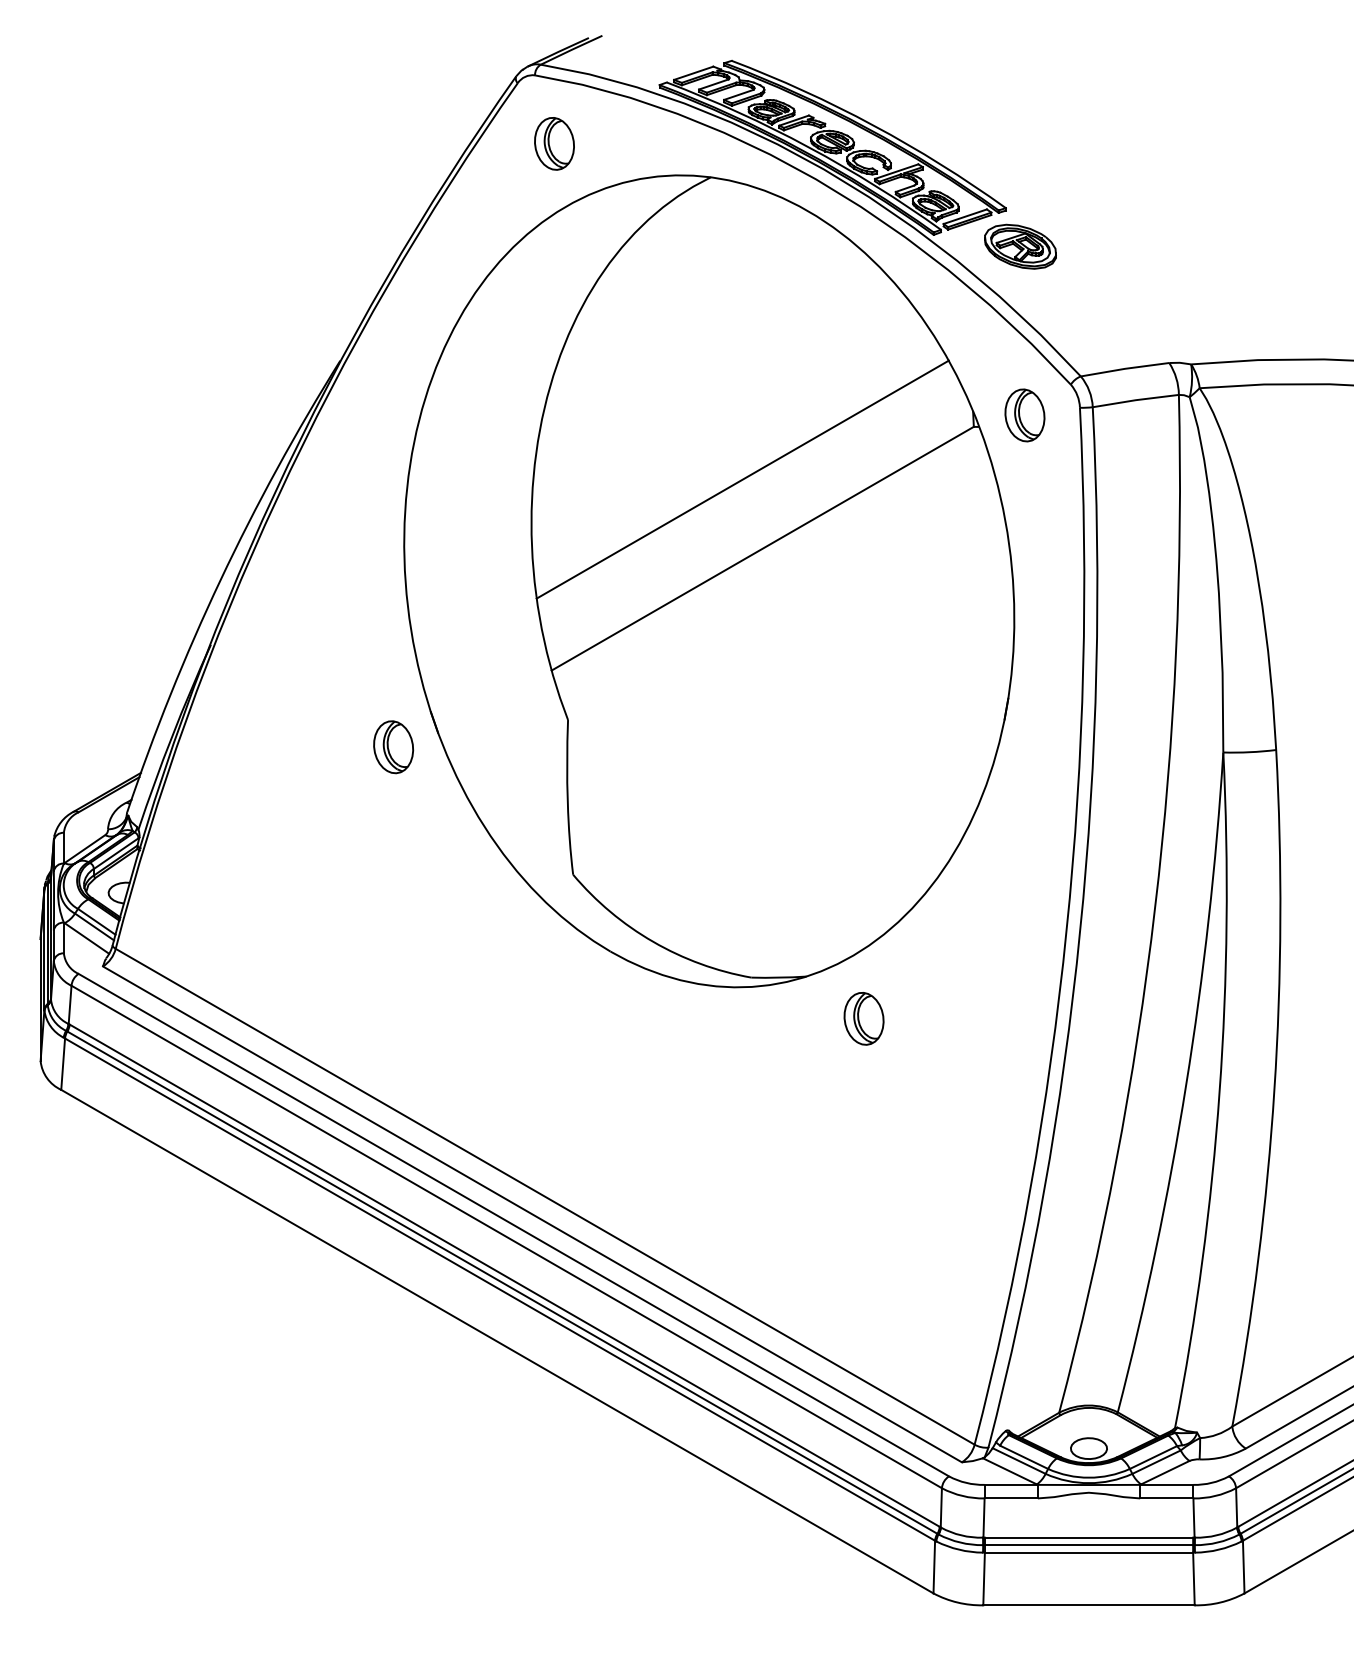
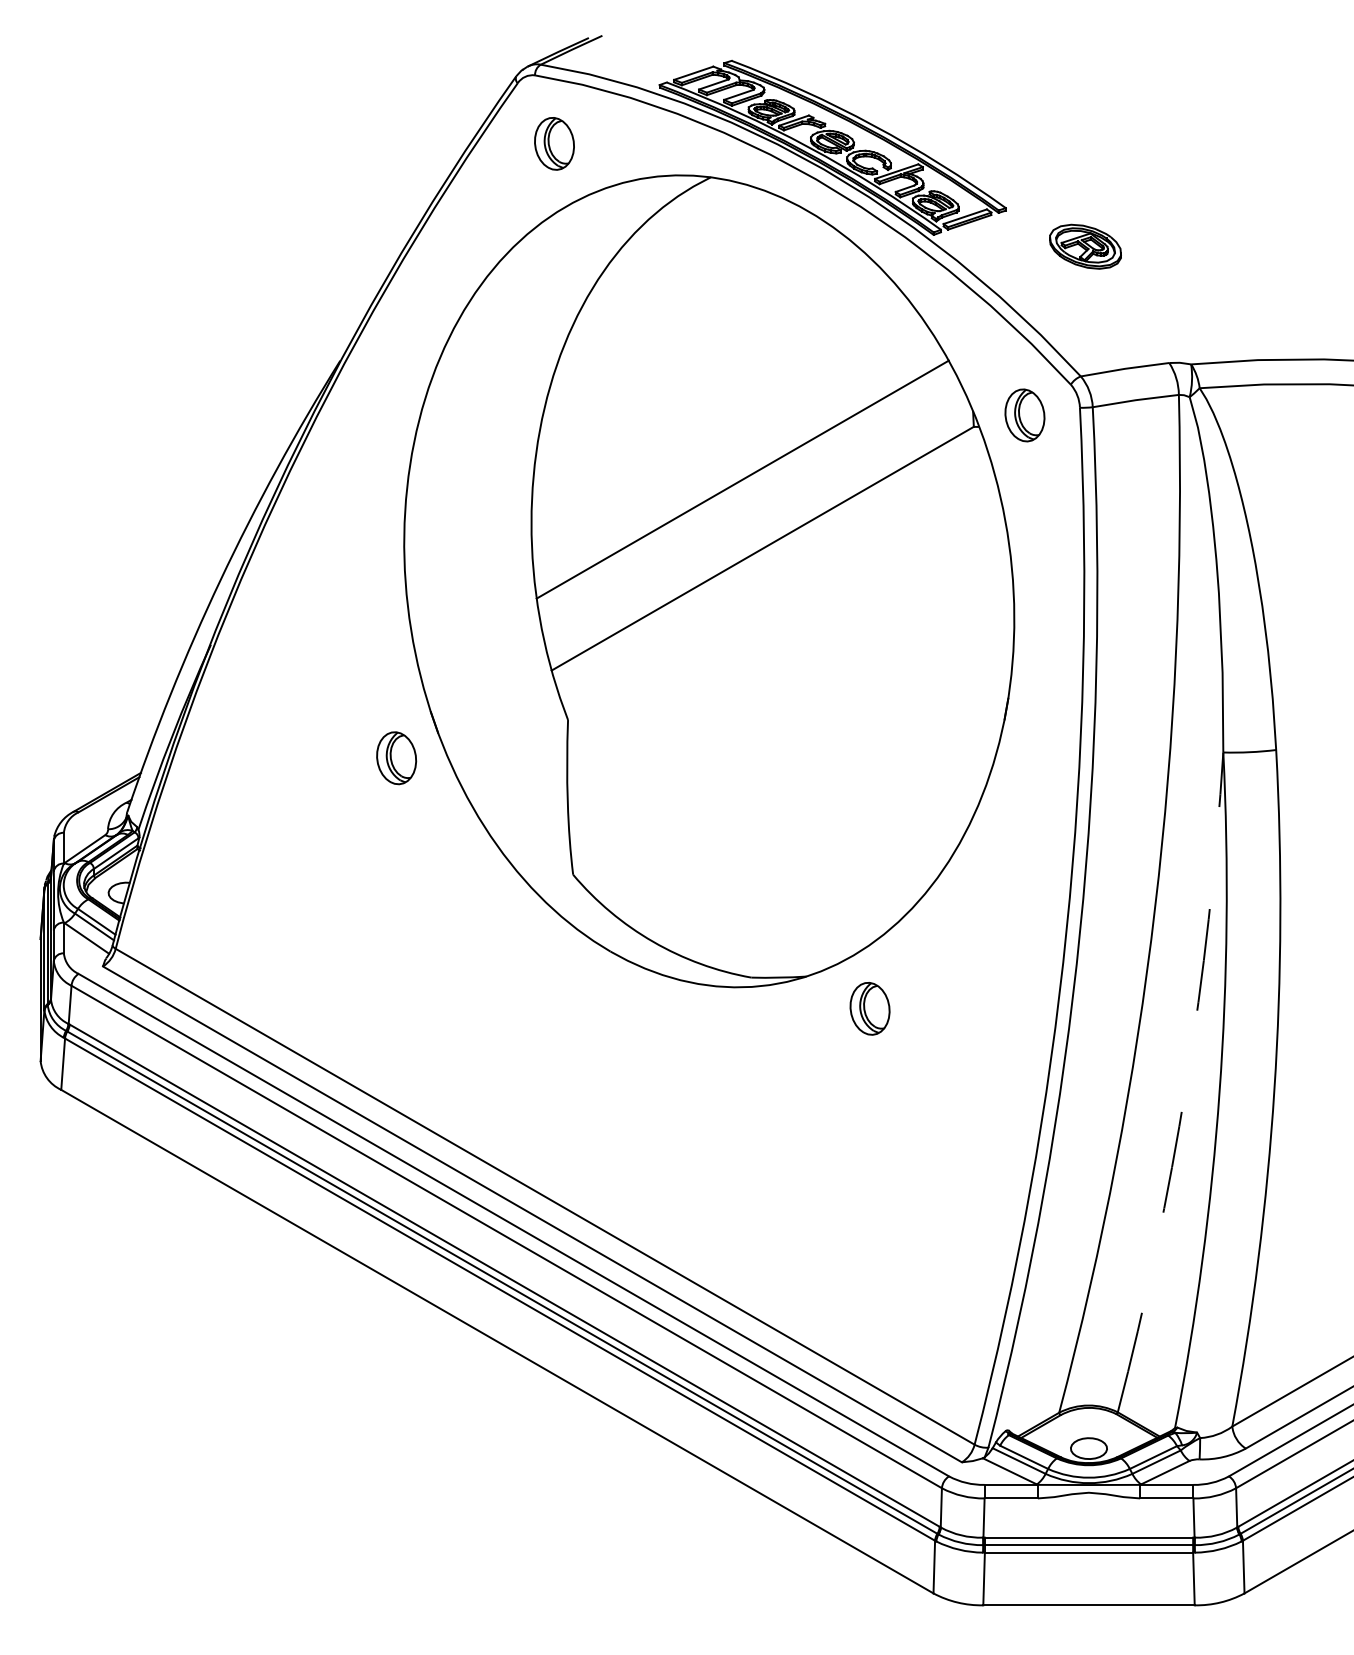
part at (1020, 246) position: (1020, 246) -> (1085, 246)
part at (393, 747) position: (393, 747) -> (396, 758)
part at (863, 1018) position: (863, 1018) -> (869, 1008)
arc at (1186, 1084): solid -> dashed
